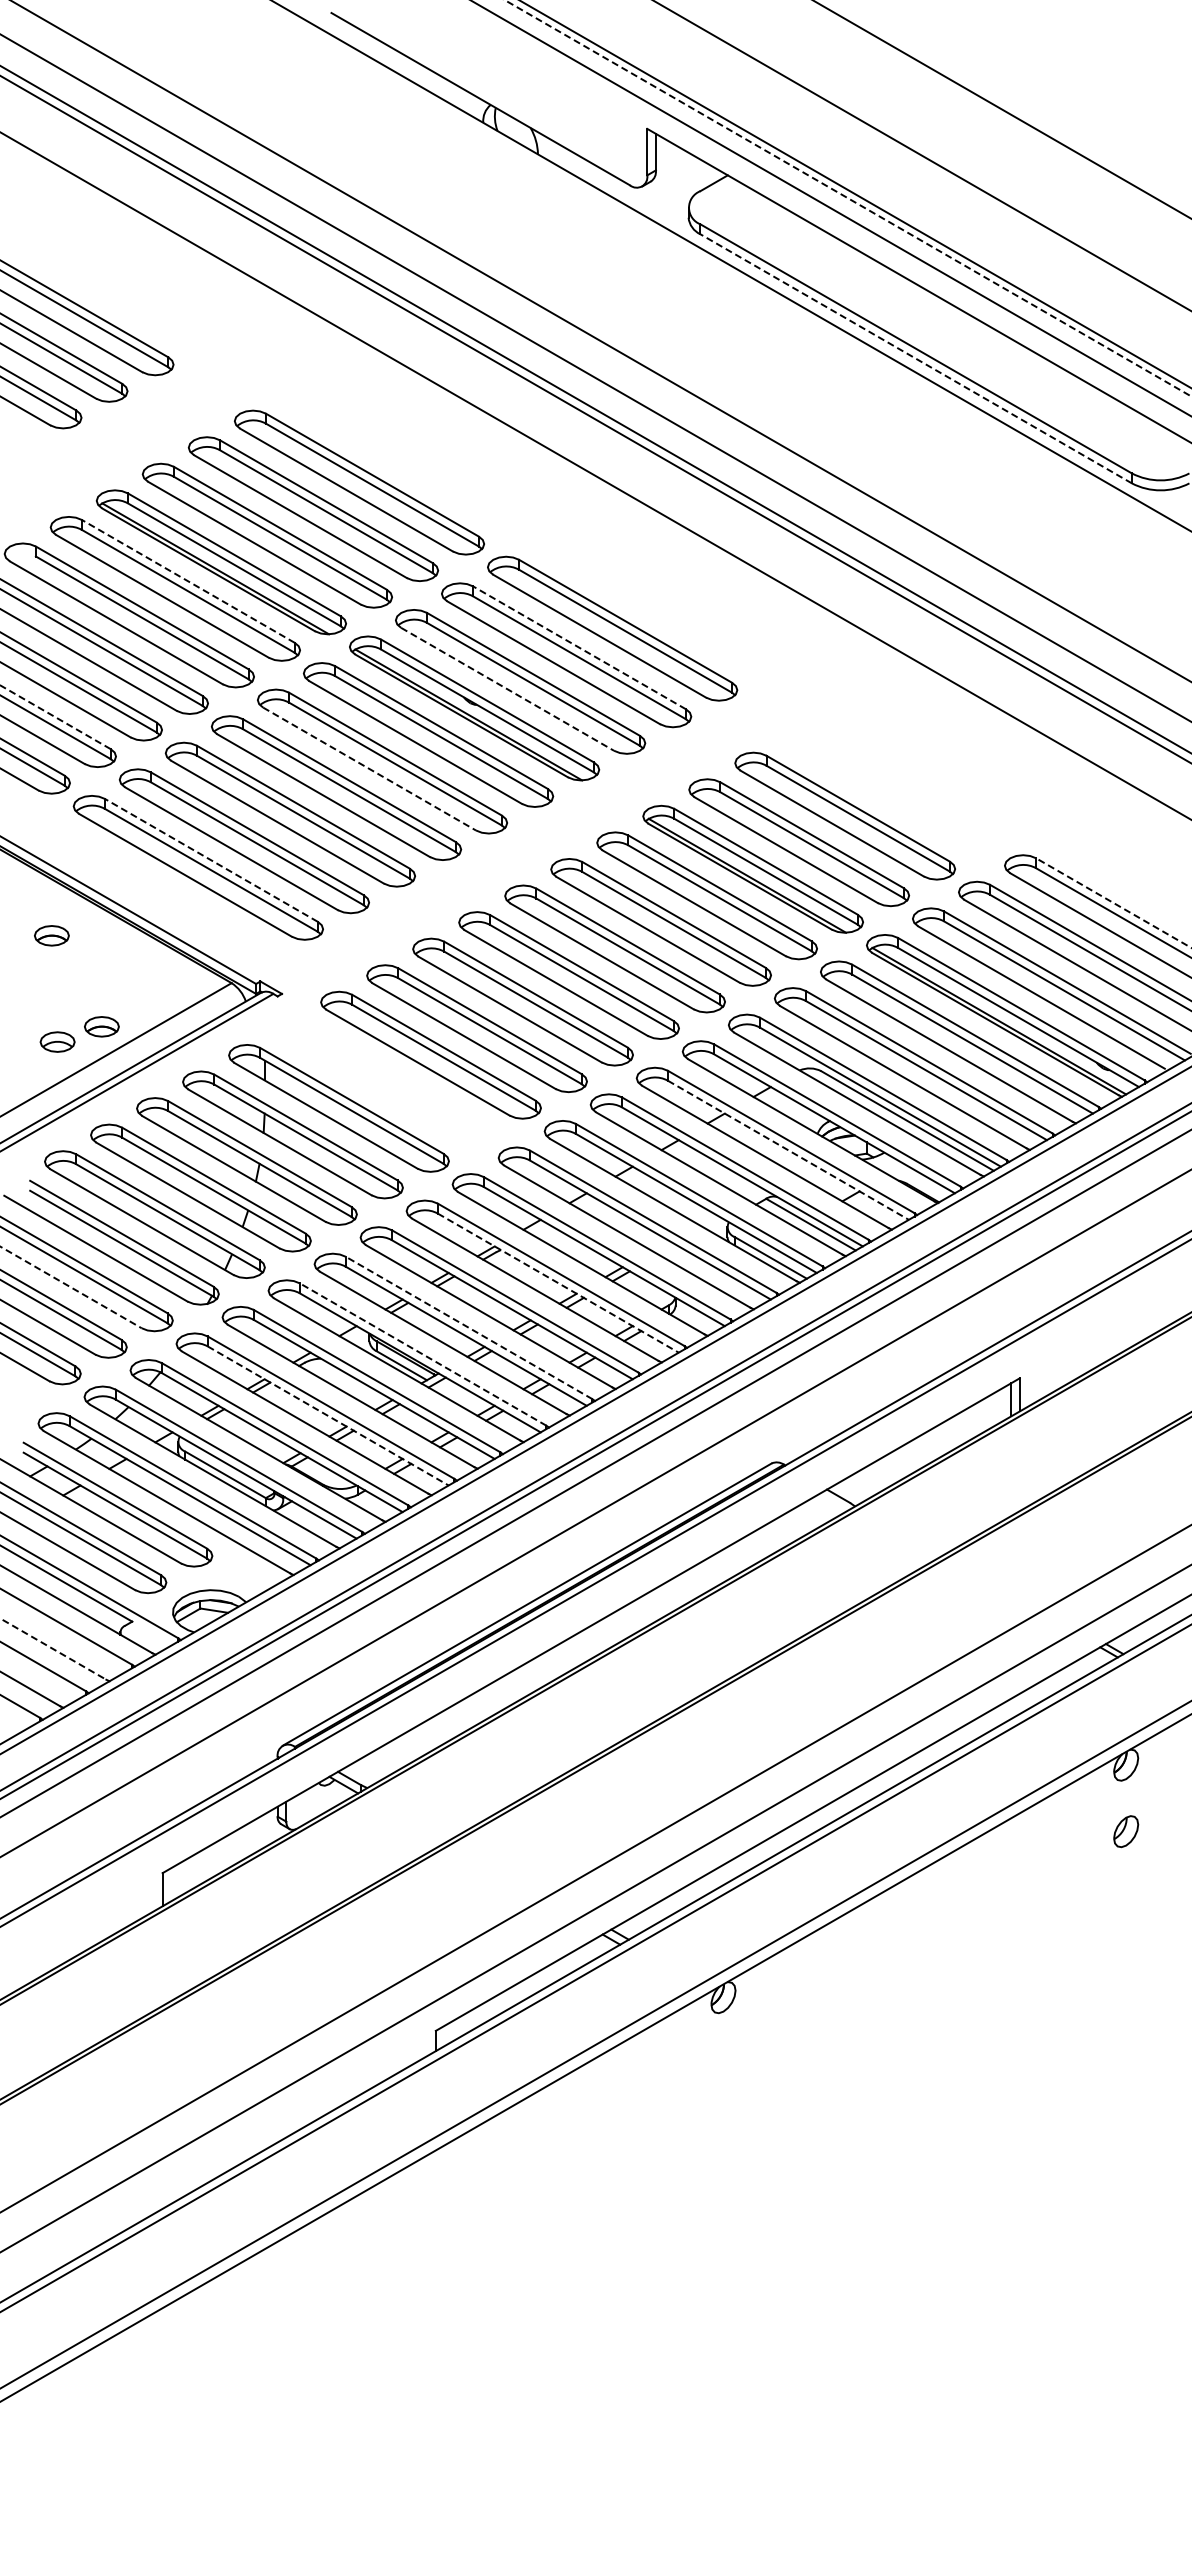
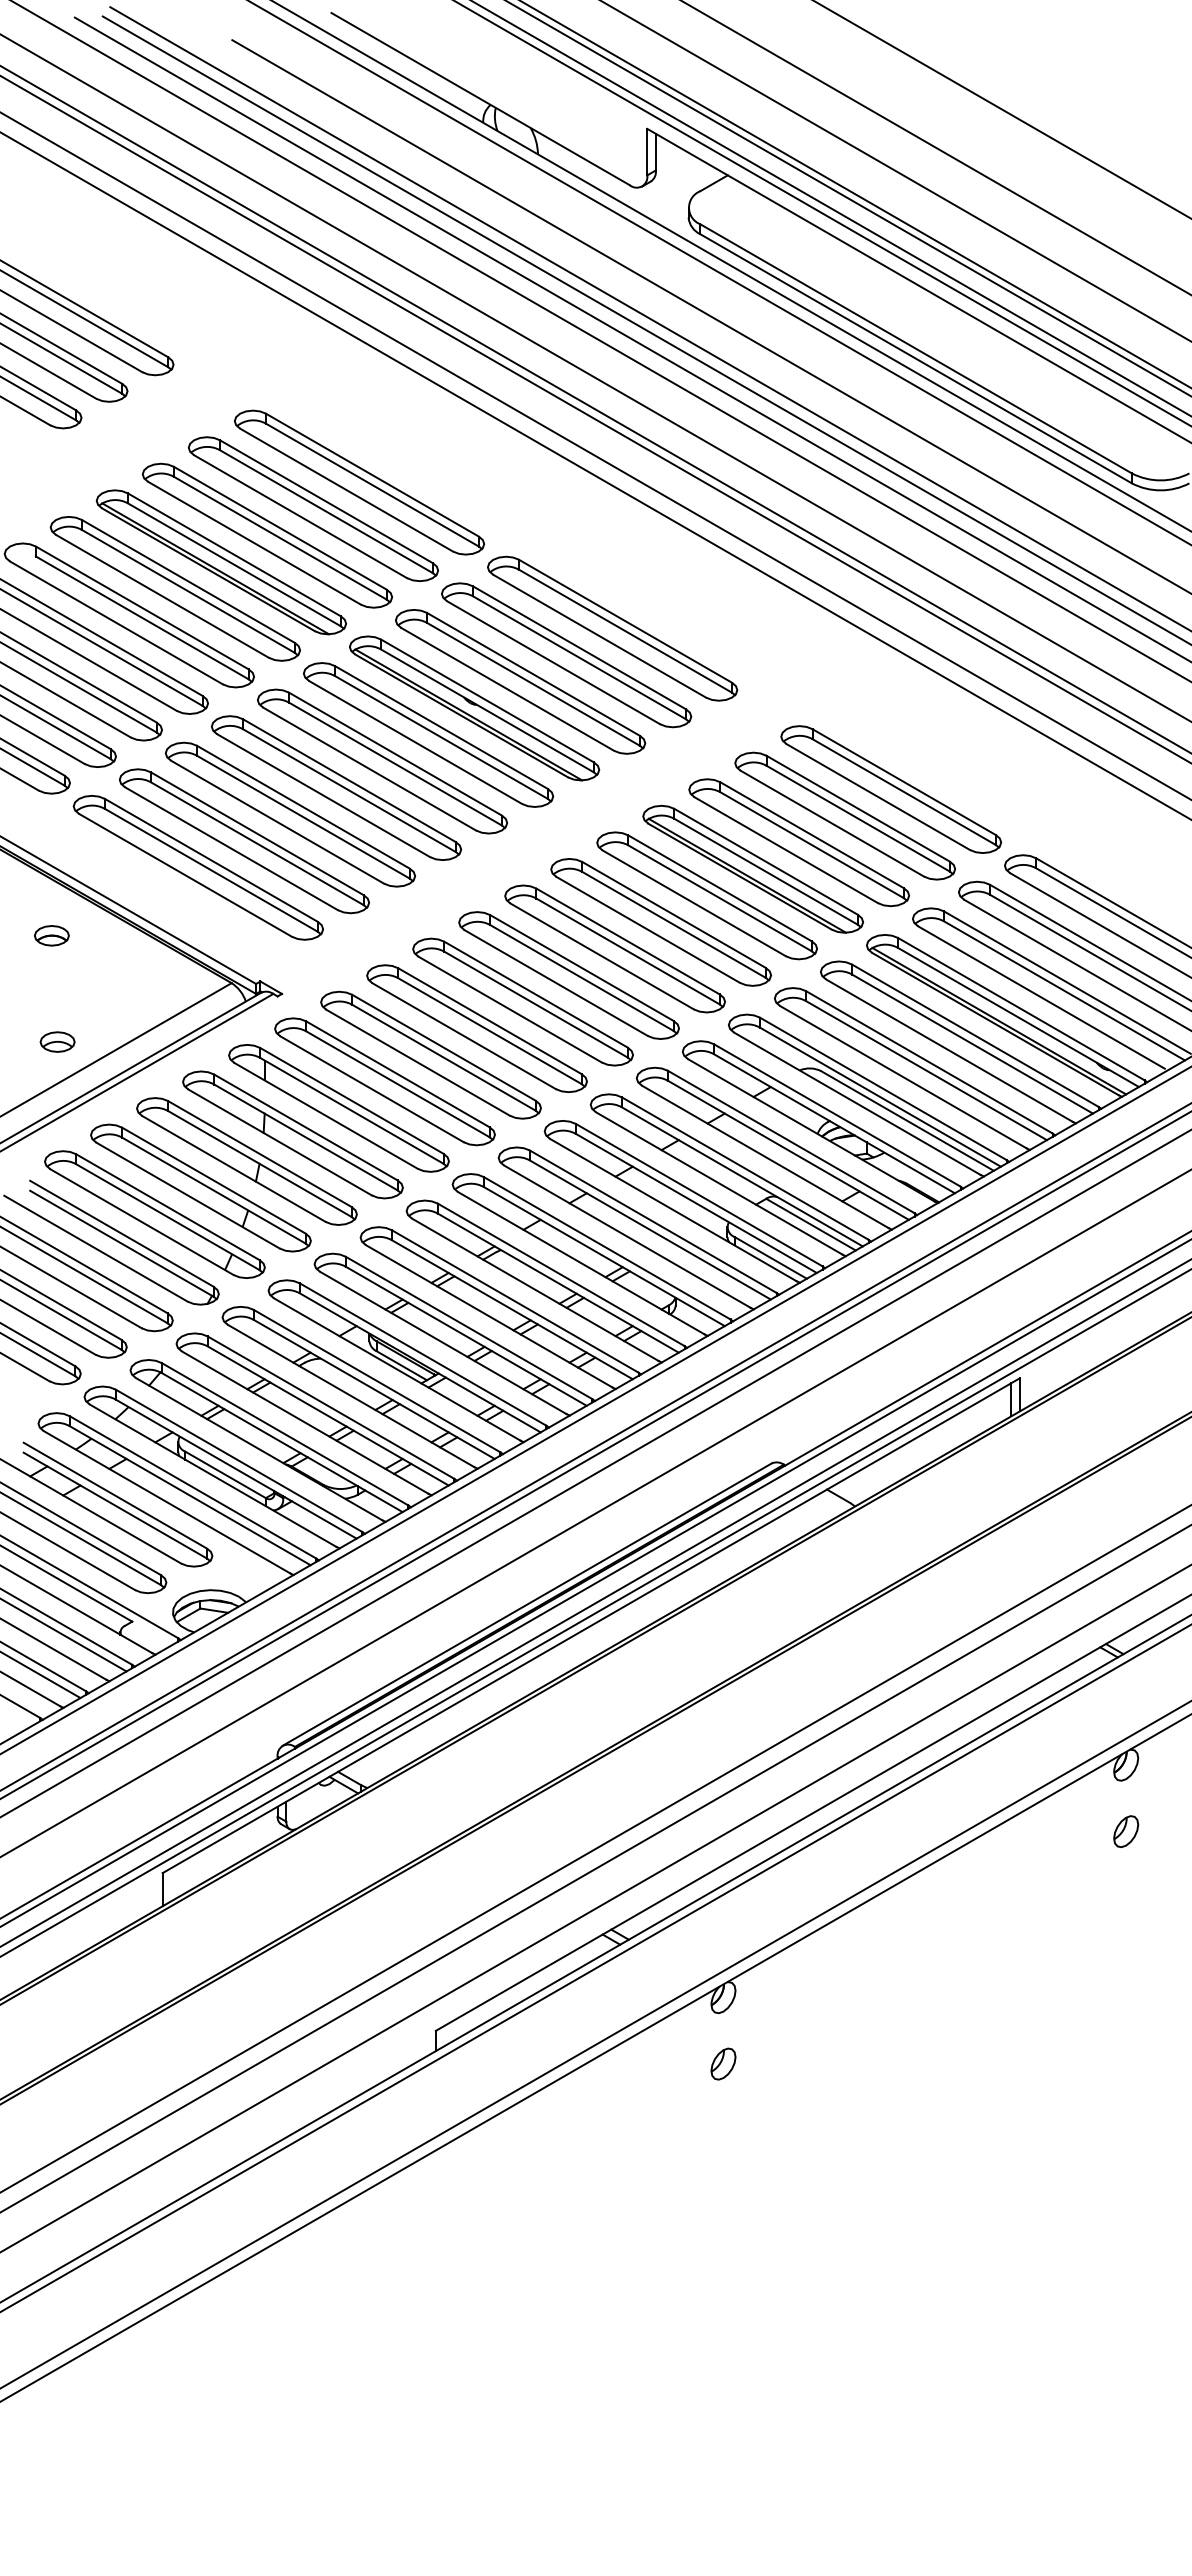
line at (936, 147): none -> present
line at (921, 155) position: (921, 155) -> (895, 171)
line at (847, 198): dashed -> solid
line at (822, 213): none -> present
line at (719, 272): none -> present
line at (710, 316): none -> present
line at (649, 318): none -> present
line at (645, 329): none -> present
line at (631, 338): none -> present
line at (915, 358): dashed -> solid
line at (595, 455): none -> present
line at (188, 581): dashed -> solid
line at (579, 647): dashed -> solid
line at (507, 689): dashed -> solid
line at (55, 717): dashed -> solid
line at (369, 769): dashed -> solid
part at (891, 789): none -> present
line at (211, 860): dashed -> solid
line at (1114, 903): dashed -> solid
part at (101, 1026): present -> none
part at (384, 1081): none -> present
line at (788, 1150): dashed -> solid
line at (558, 1283): dashed -> solid
line at (71, 1287): dashed -> solid
line at (468, 1327): dashed -> solid
line at (422, 1354): dashed -> solid
line at (328, 1416): dashed -> solid
line at (595, 1602): none -> present
line at (595, 1612): none -> present
line at (64, 1635): none -> present
line at (53, 1649): dashed -> solid
line at (41, 1675): none -> present
line at (595, 1848): none -> present
part at (723, 2063): none -> present
